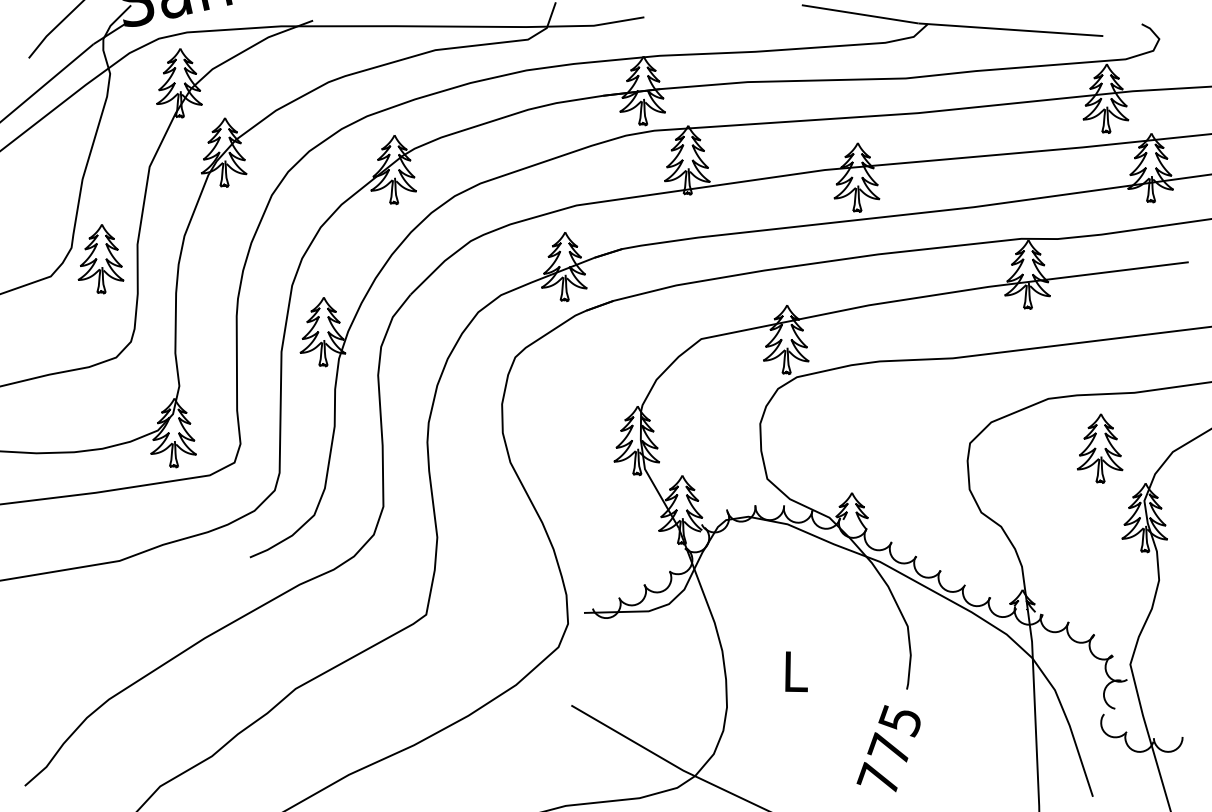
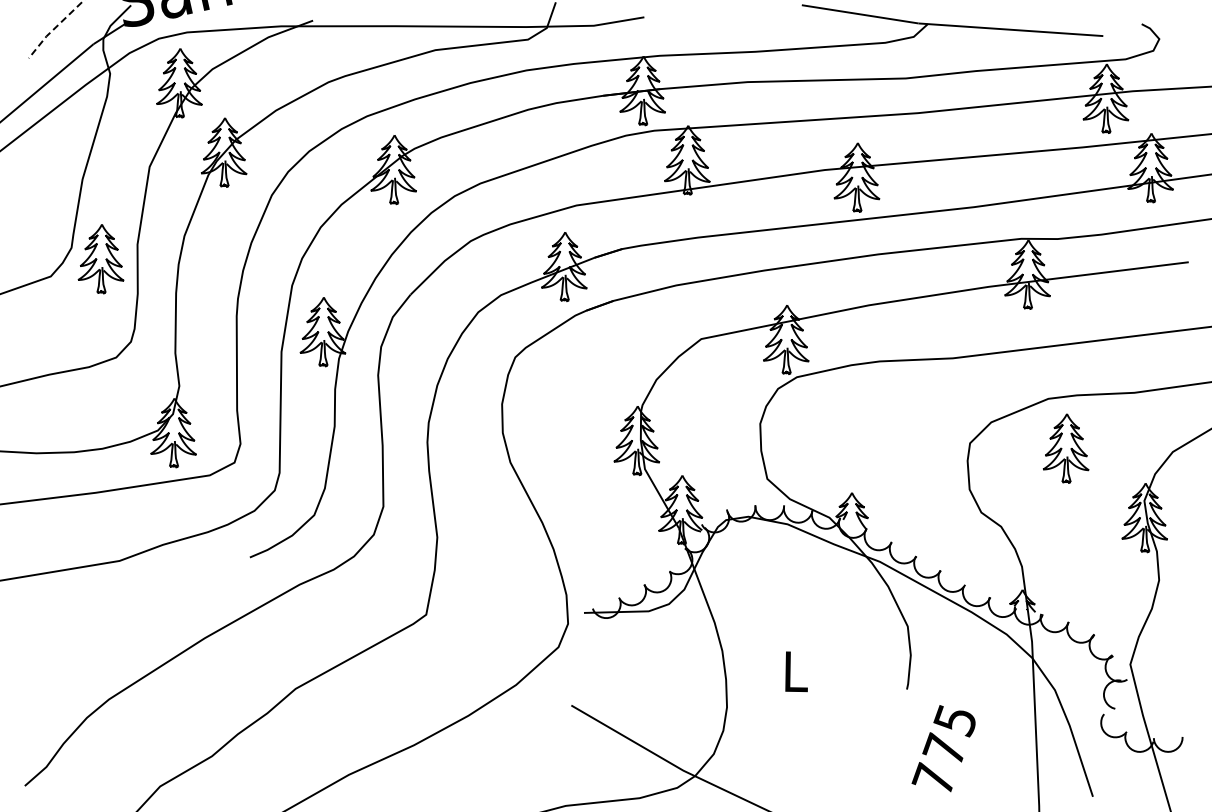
line at (54, 28): solid -> dashed
part at (1100, 448) position: (1100, 448) -> (1066, 448)
text at (888, 748) position: (888, 748) -> (943, 748)
